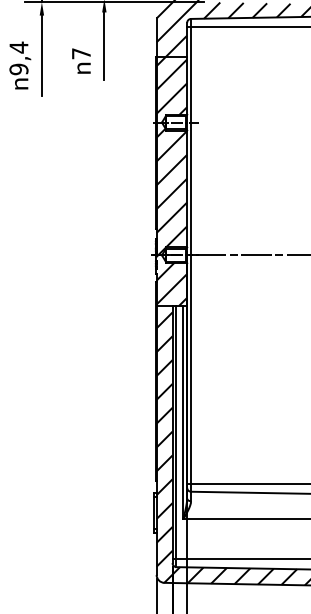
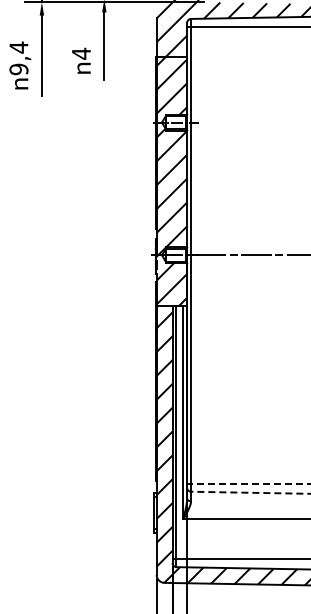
text at (81, 53): 7 -> 4
line at (250, 483): solid -> dashed
line at (250, 492): solid -> dashed
